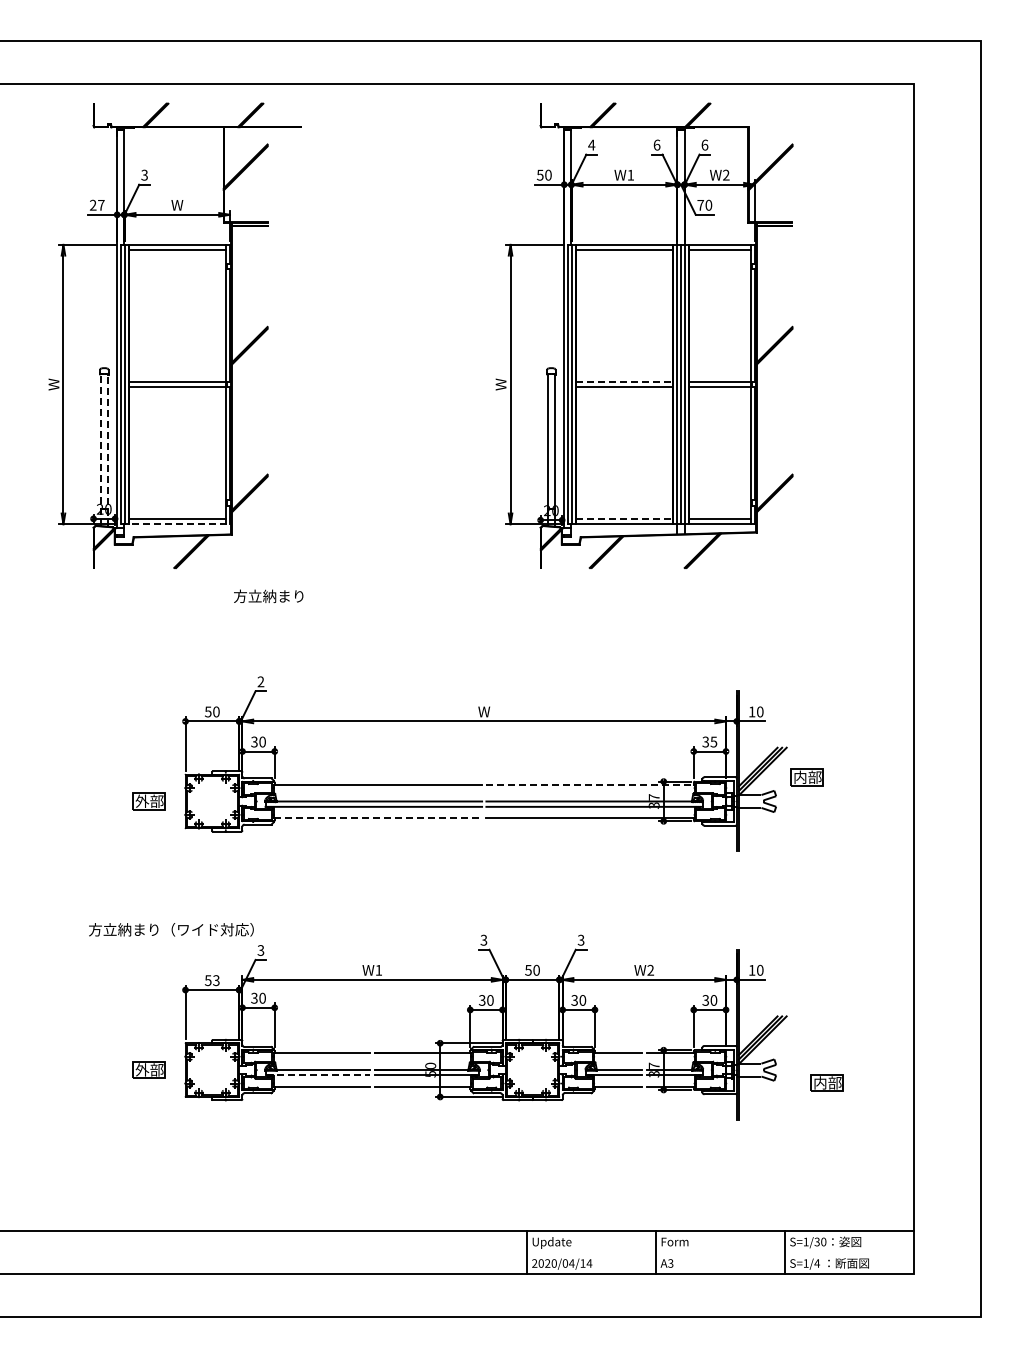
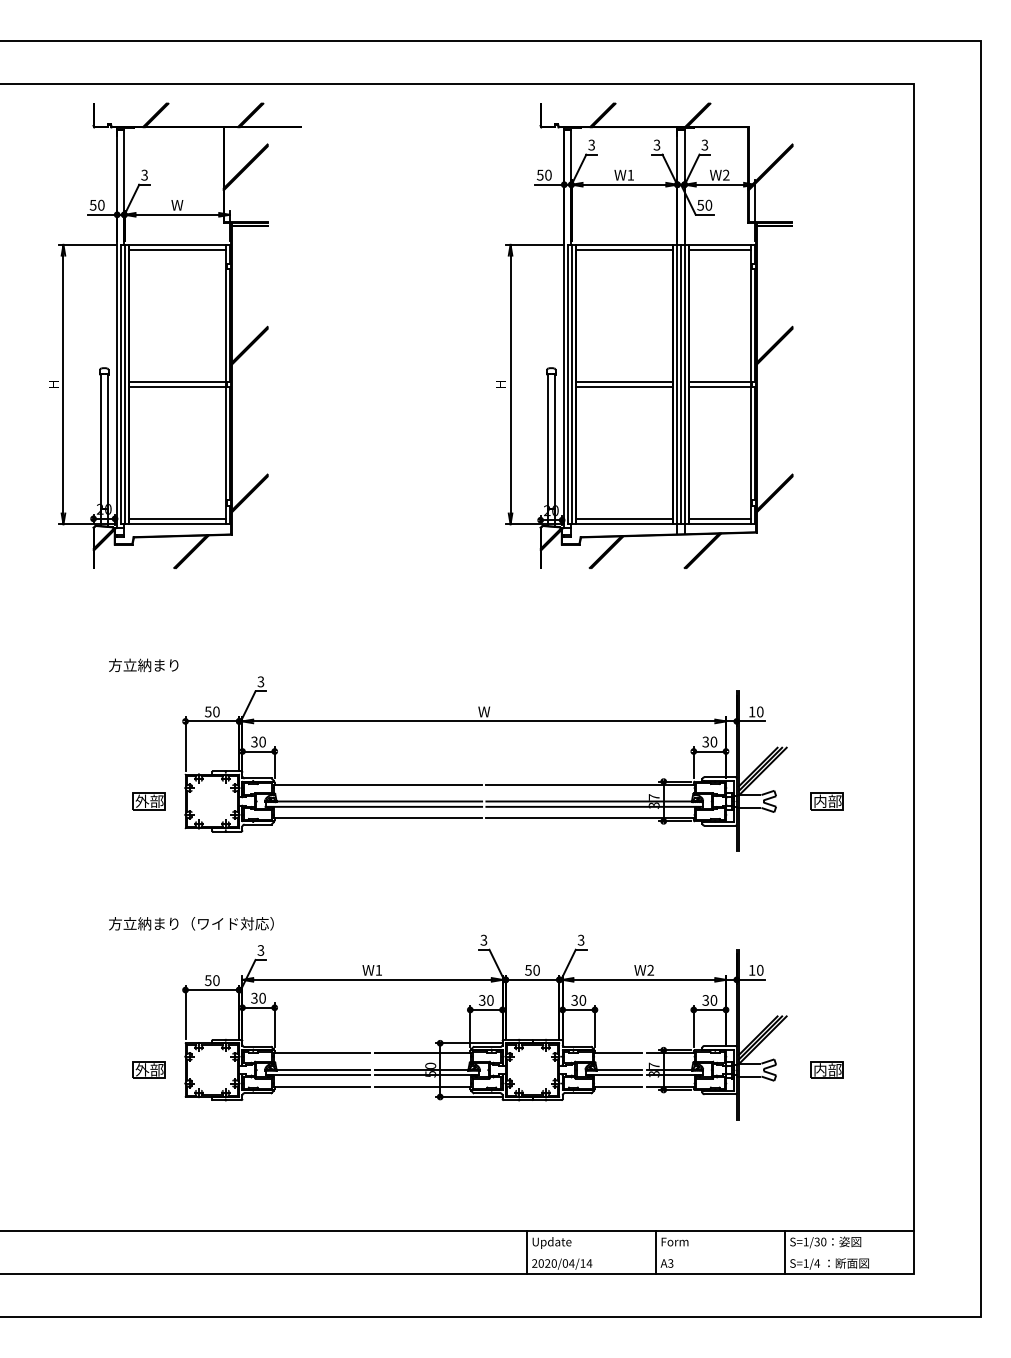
text at (591, 144): 4 -> 3
text at (656, 144): 6 -> 3
text at (704, 144): 6 -> 3
text at (96, 204): 27 -> 50
text at (700, 205): 70 -> 50
line at (624, 382): dashed -> solid
text at (53, 384): W -> H
text at (500, 384): W -> H
line at (107, 449): dashed -> solid
line at (100, 450): dashed -> solid
line at (624, 519): dashed -> solid
line at (175, 524): dashed -> solid
text at (268, 595) position: (268, 595) -> (143, 664)
text at (260, 682): 2 -> 3
text at (713, 741): 35 -> 30
part at (806, 777) position: (806, 777) -> (826, 801)
line at (591, 784): dashed -> solid
line at (378, 818): dashed -> solid
text at (171, 929) position: (171, 929) -> (191, 923)
text at (216, 980): 53 -> 50
line at (318, 1075): dashed -> solid
part at (826, 1082) position: (826, 1082) -> (826, 1069)
